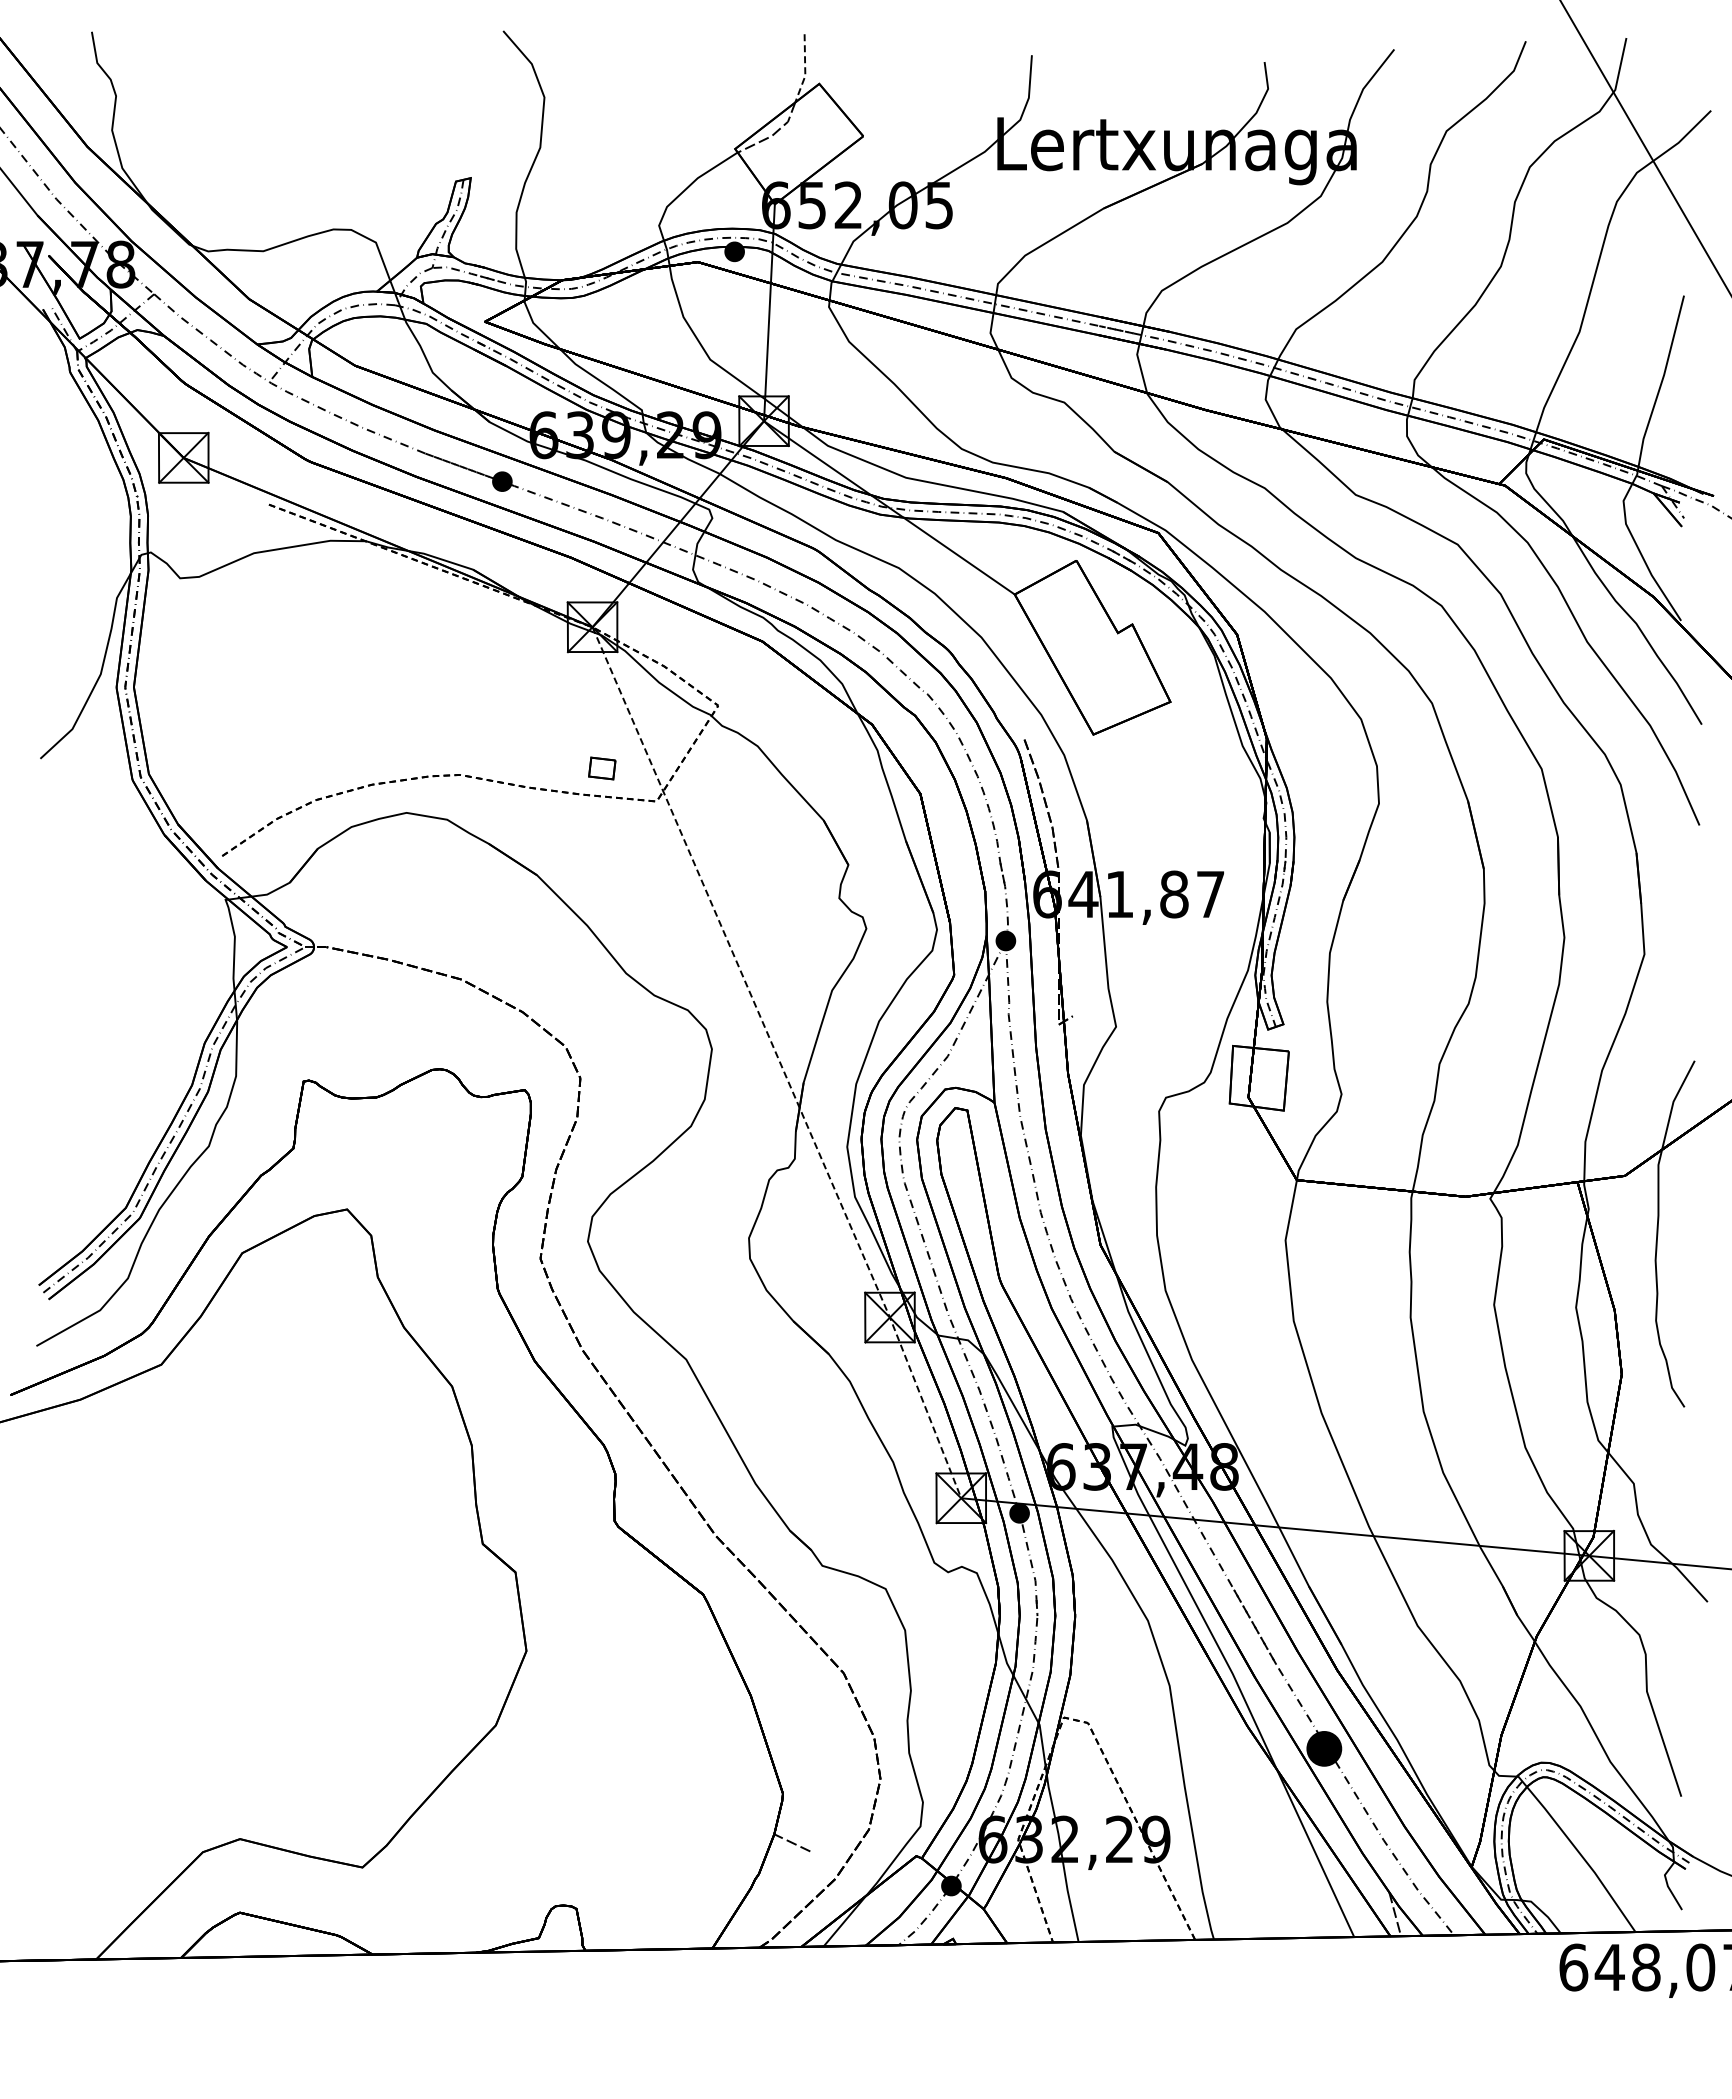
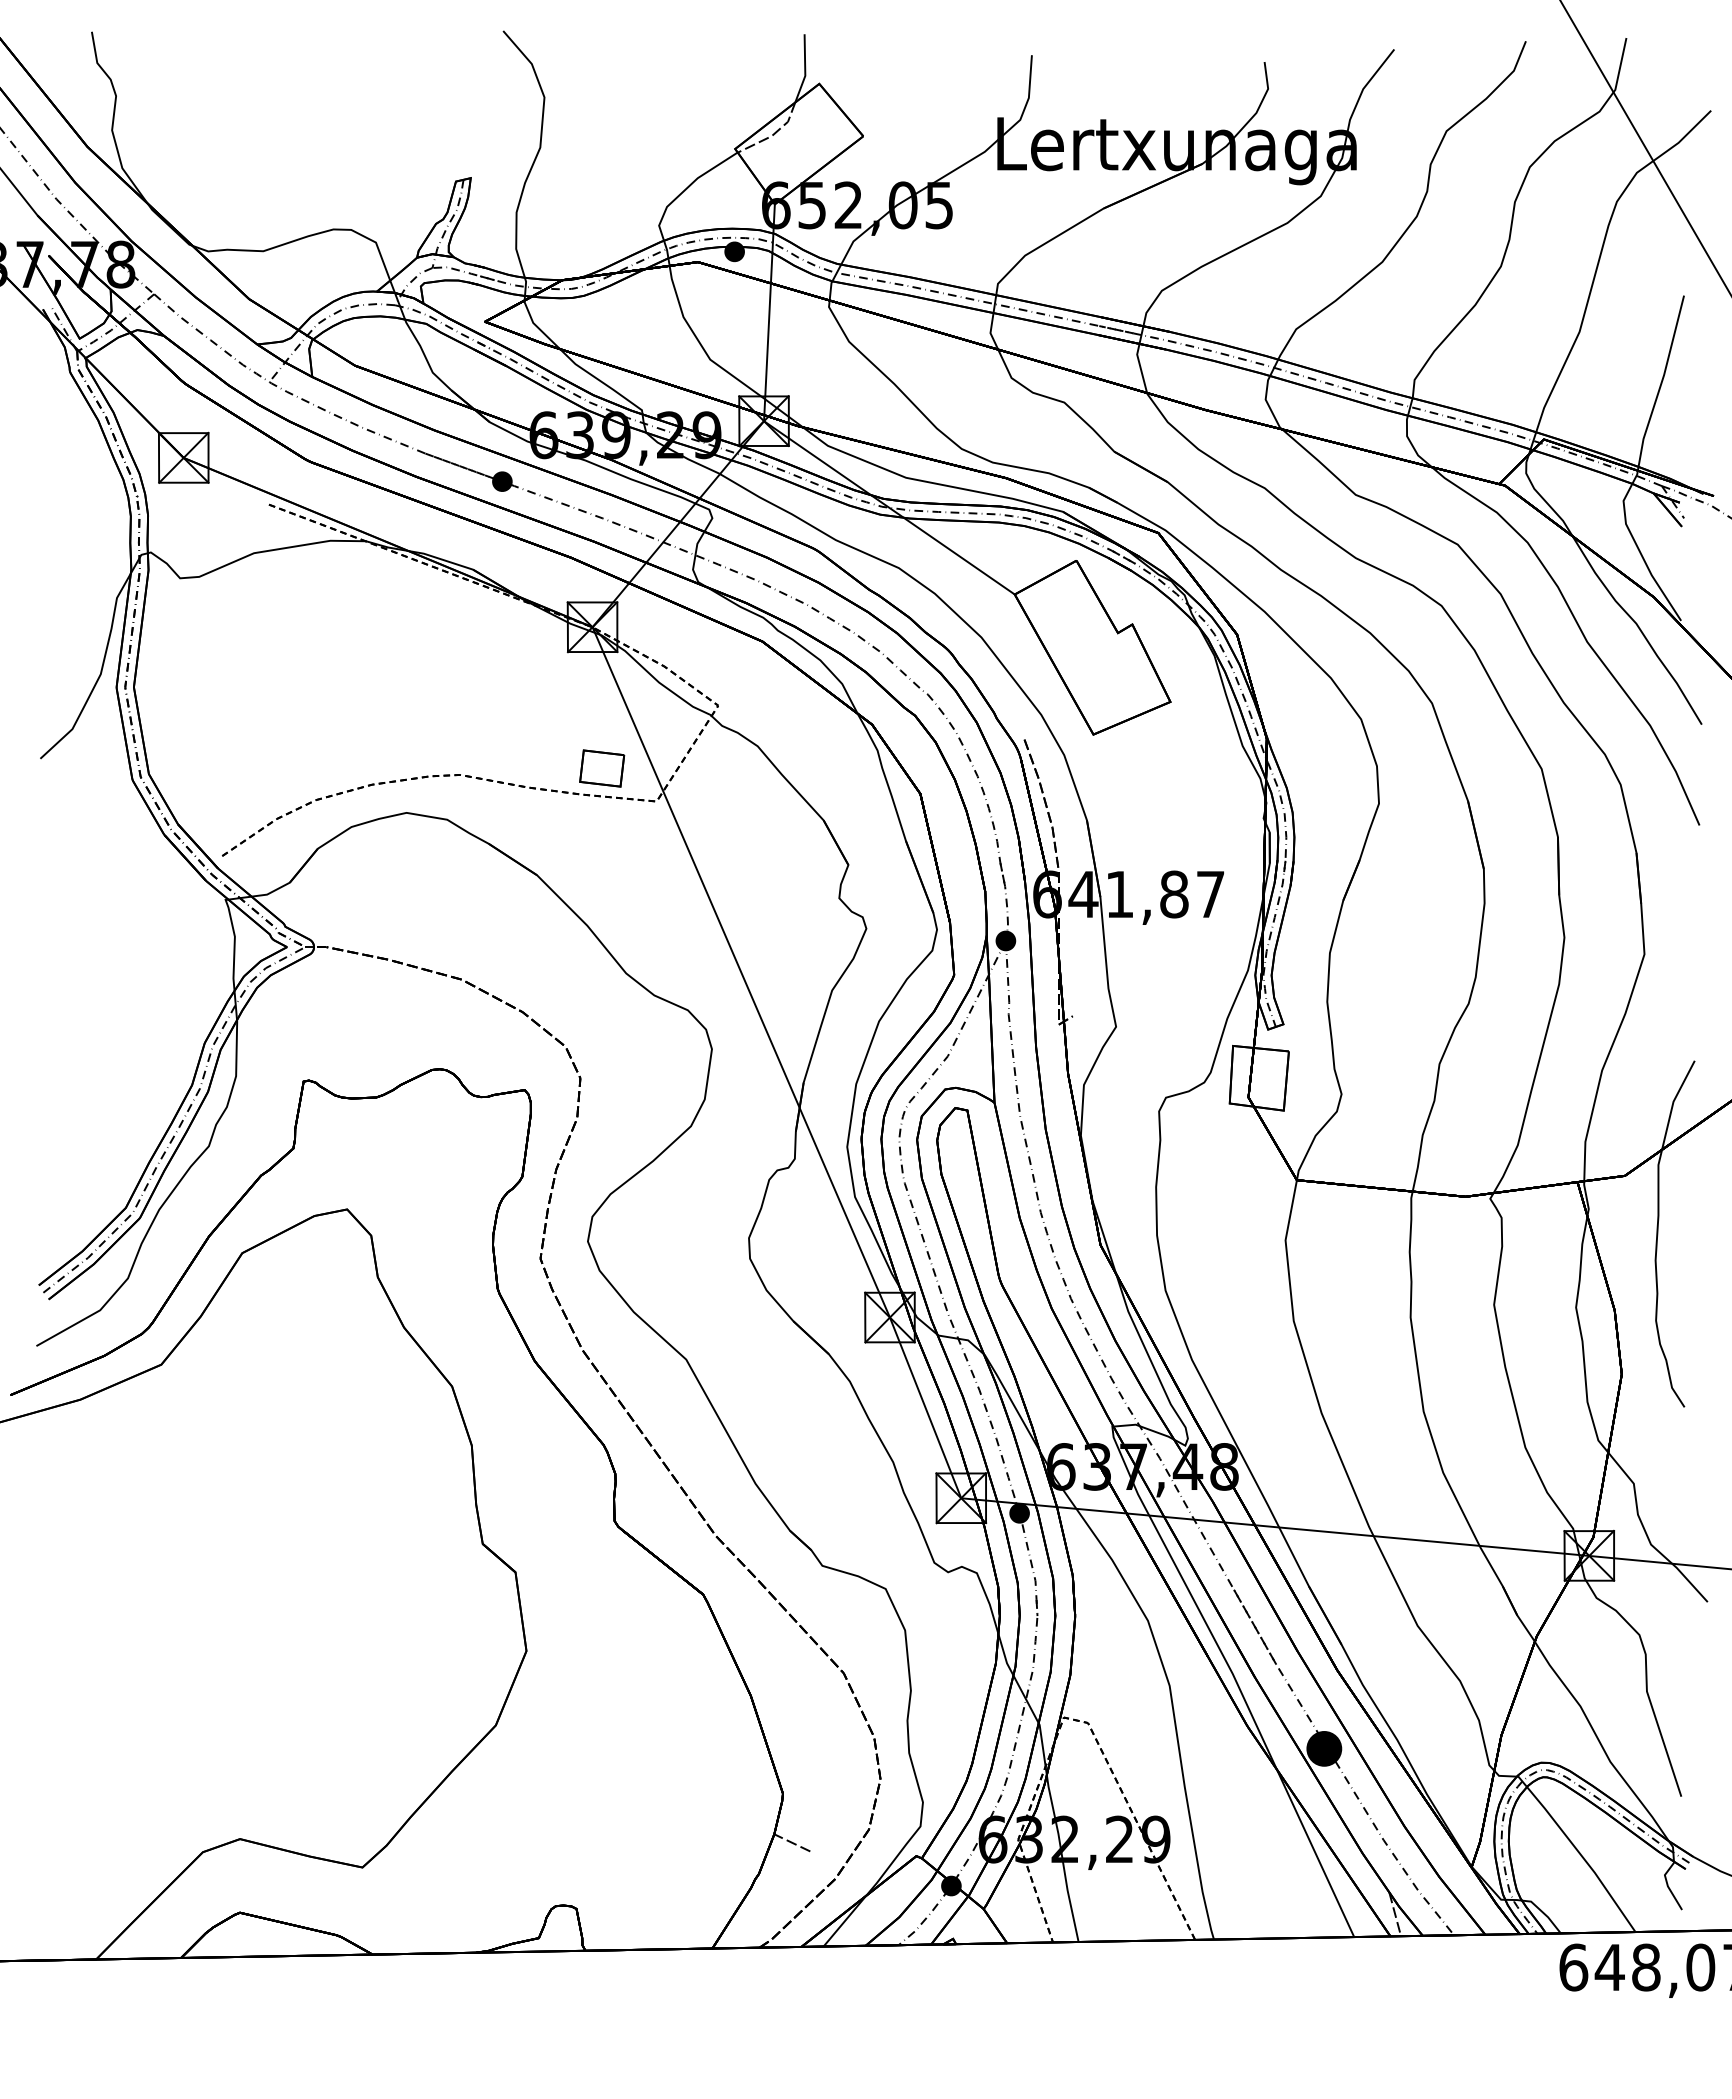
line at (805, 69): dashed -> solid
part at (602, 768) size: 29x25 px -> 47x39 px
line at (780, 1062): dashed -> solid
